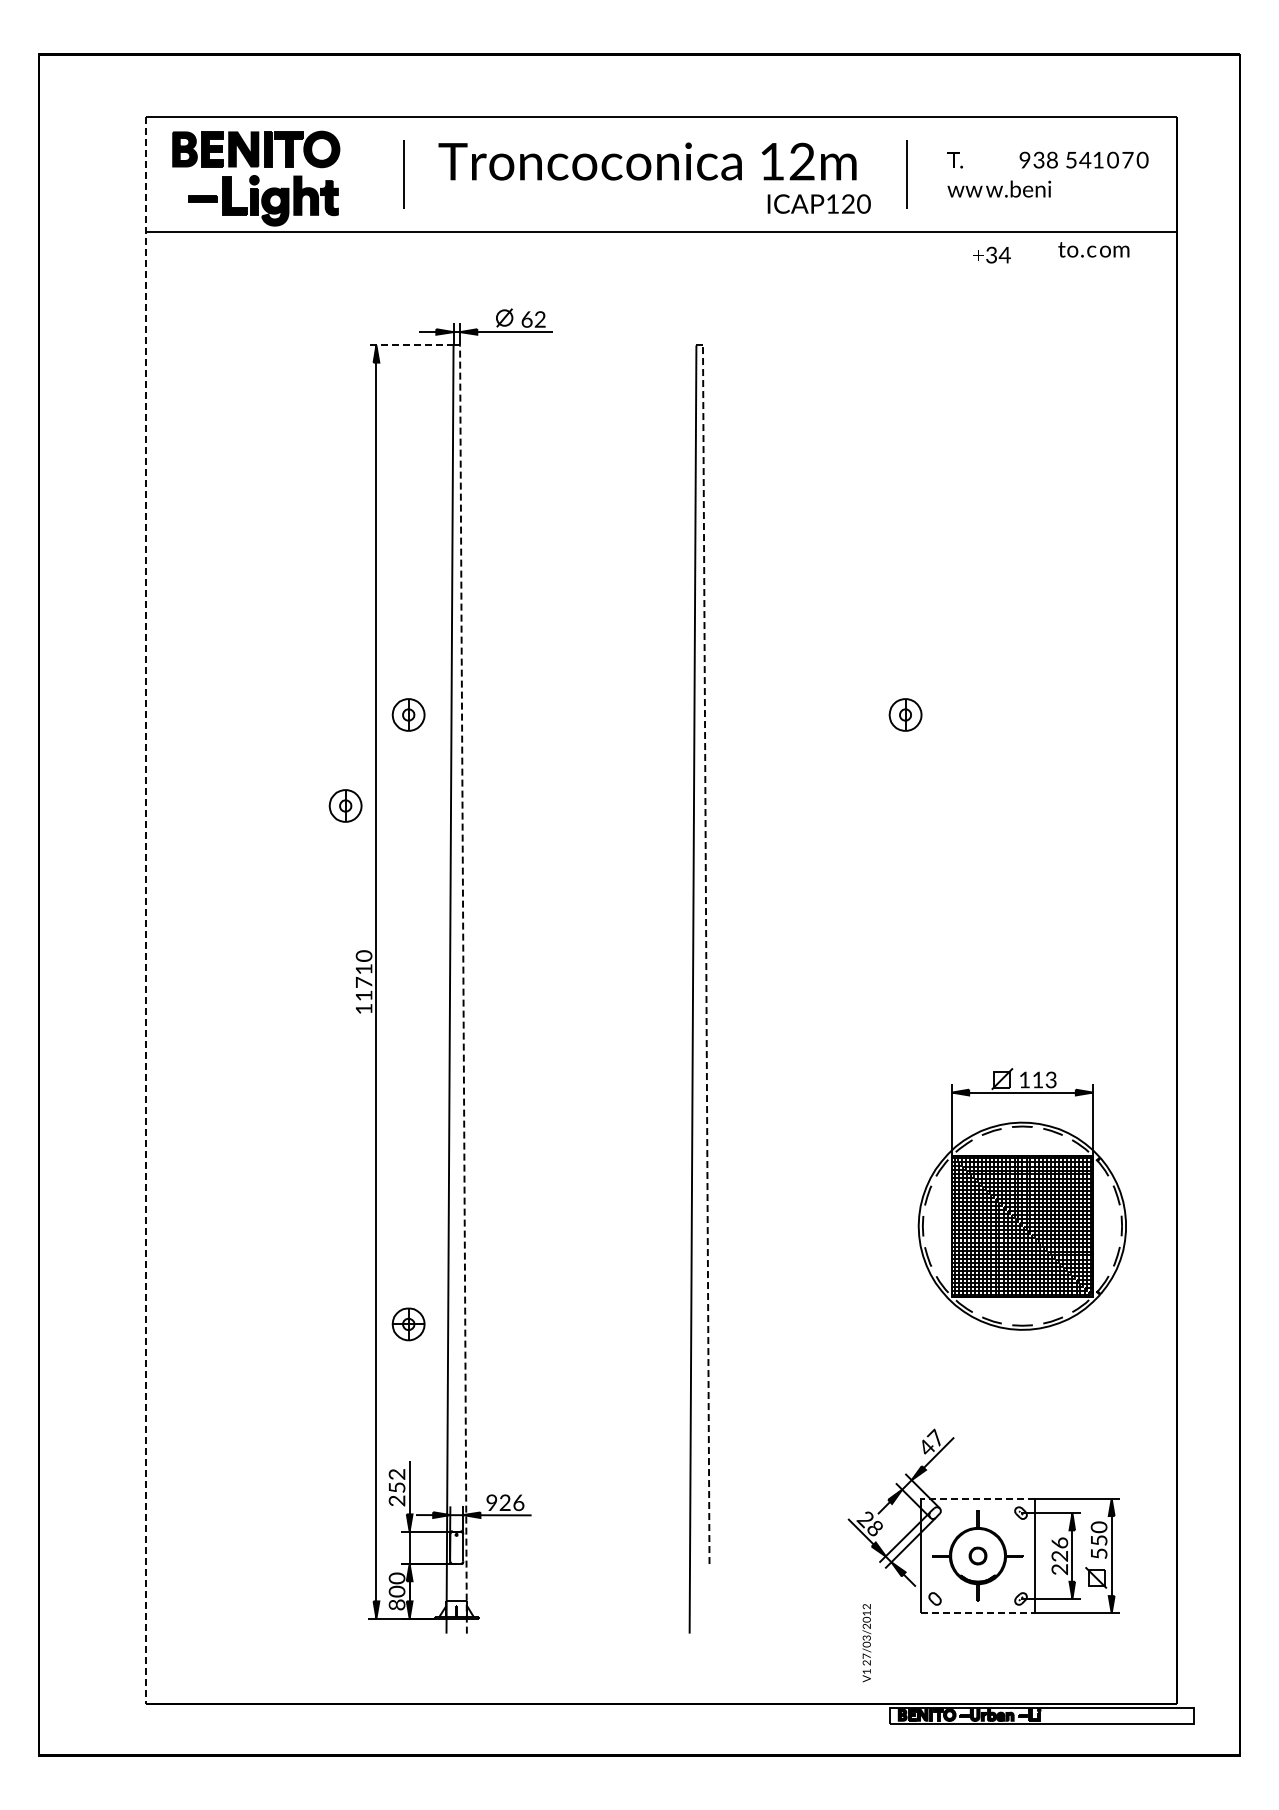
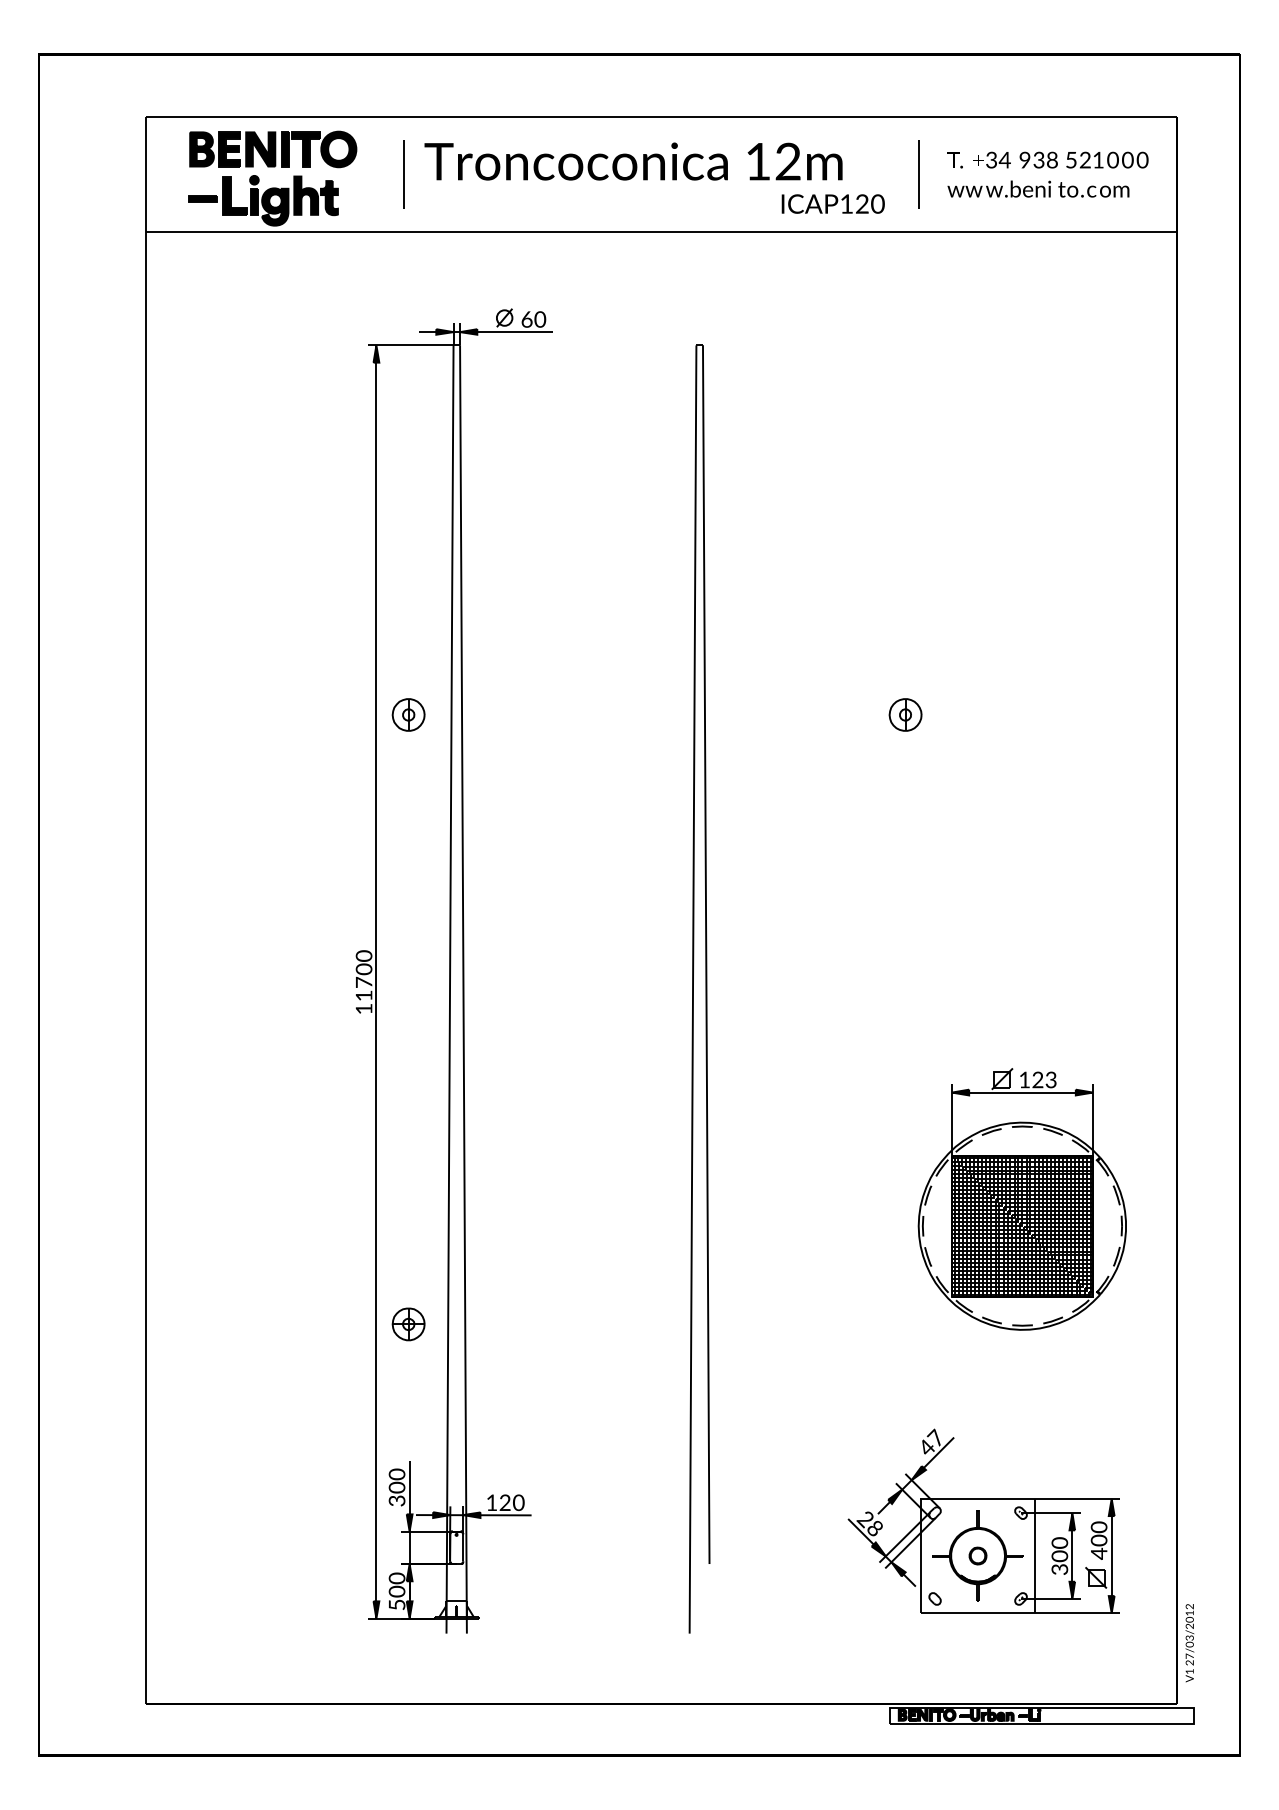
part at (256, 149) position: (256, 149) -> (273, 149)
text at (1085, 159): 4 -> 2
text at (1127, 159): 7 -> 0
text at (647, 161) position: (647, 161) -> (633, 161)
line at (906, 174) position: (906, 174) -> (918, 174)
text at (818, 203) position: (818, 203) -> (832, 203)
text at (1093, 249) position: (1093, 249) -> (1093, 189)
text at (991, 254) position: (991, 254) -> (991, 159)
text at (540, 319): 62 -> 60
line at (410, 345): dashed -> solid
part at (345, 805): present -> none
line at (145, 910): dashed -> solid
line at (706, 954): dashed -> solid
text at (363, 969): 11710 -> 11700
line at (463, 988): dashed -> solid
text at (1037, 1079): 113 -> 123
text at (396, 1487): 252 -> 300
line at (977, 1498): dashed -> solid
text at (491, 1502): 9 -> 1
text at (518, 1502): 6 -> 0
text at (1098, 1546): 550 -> 400
text at (1059, 1556): 226 -> 300
text at (396, 1604): 800 -> 500
line at (978, 1613): dashed -> solid
text at (866, 1643) position: (866, 1643) -> (1189, 1643)
